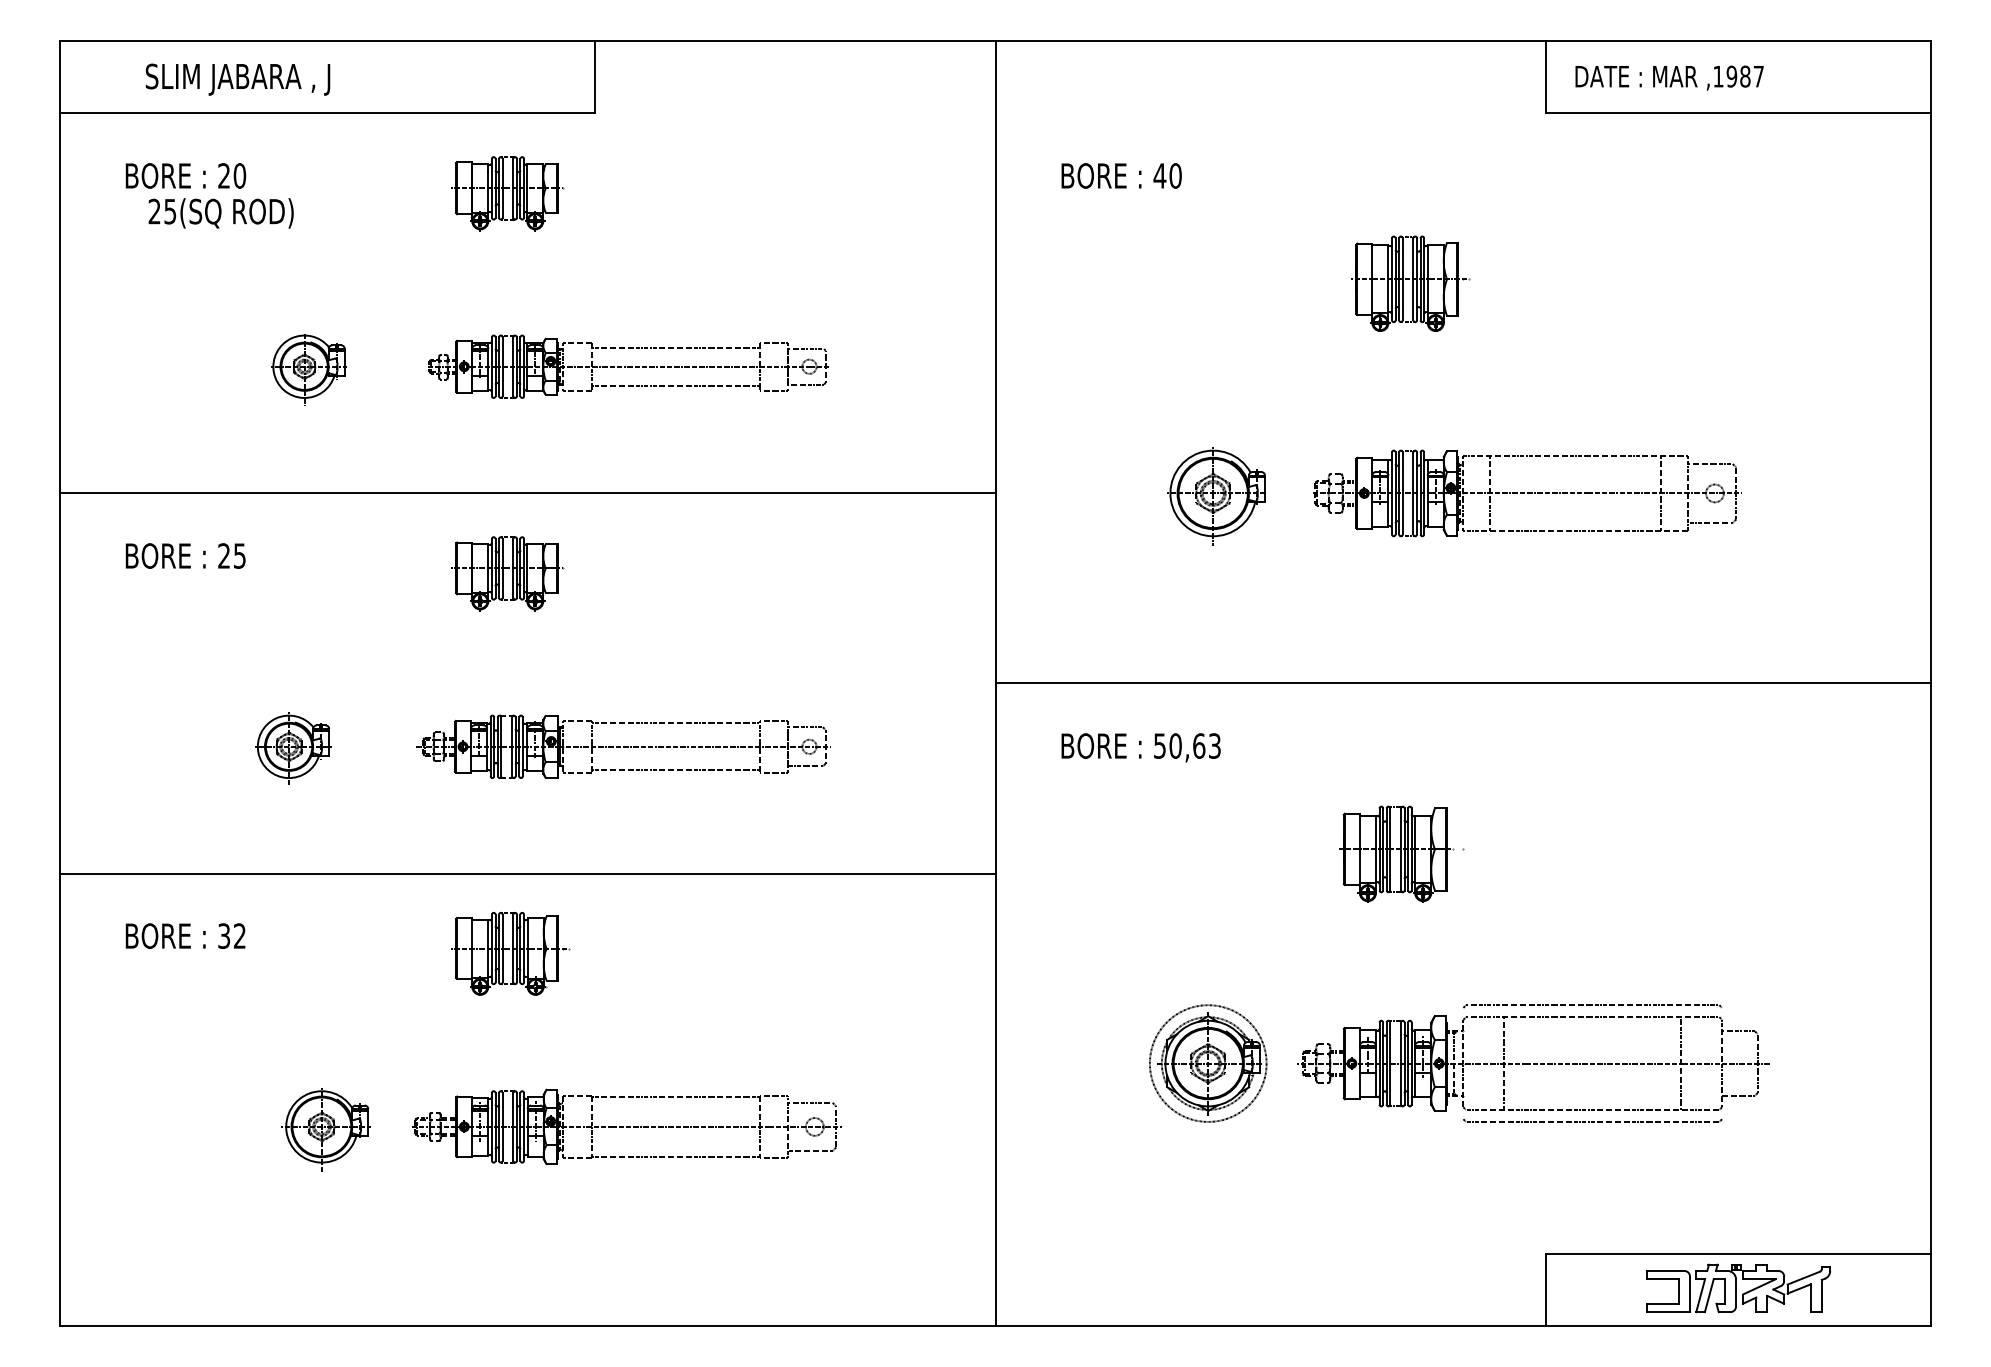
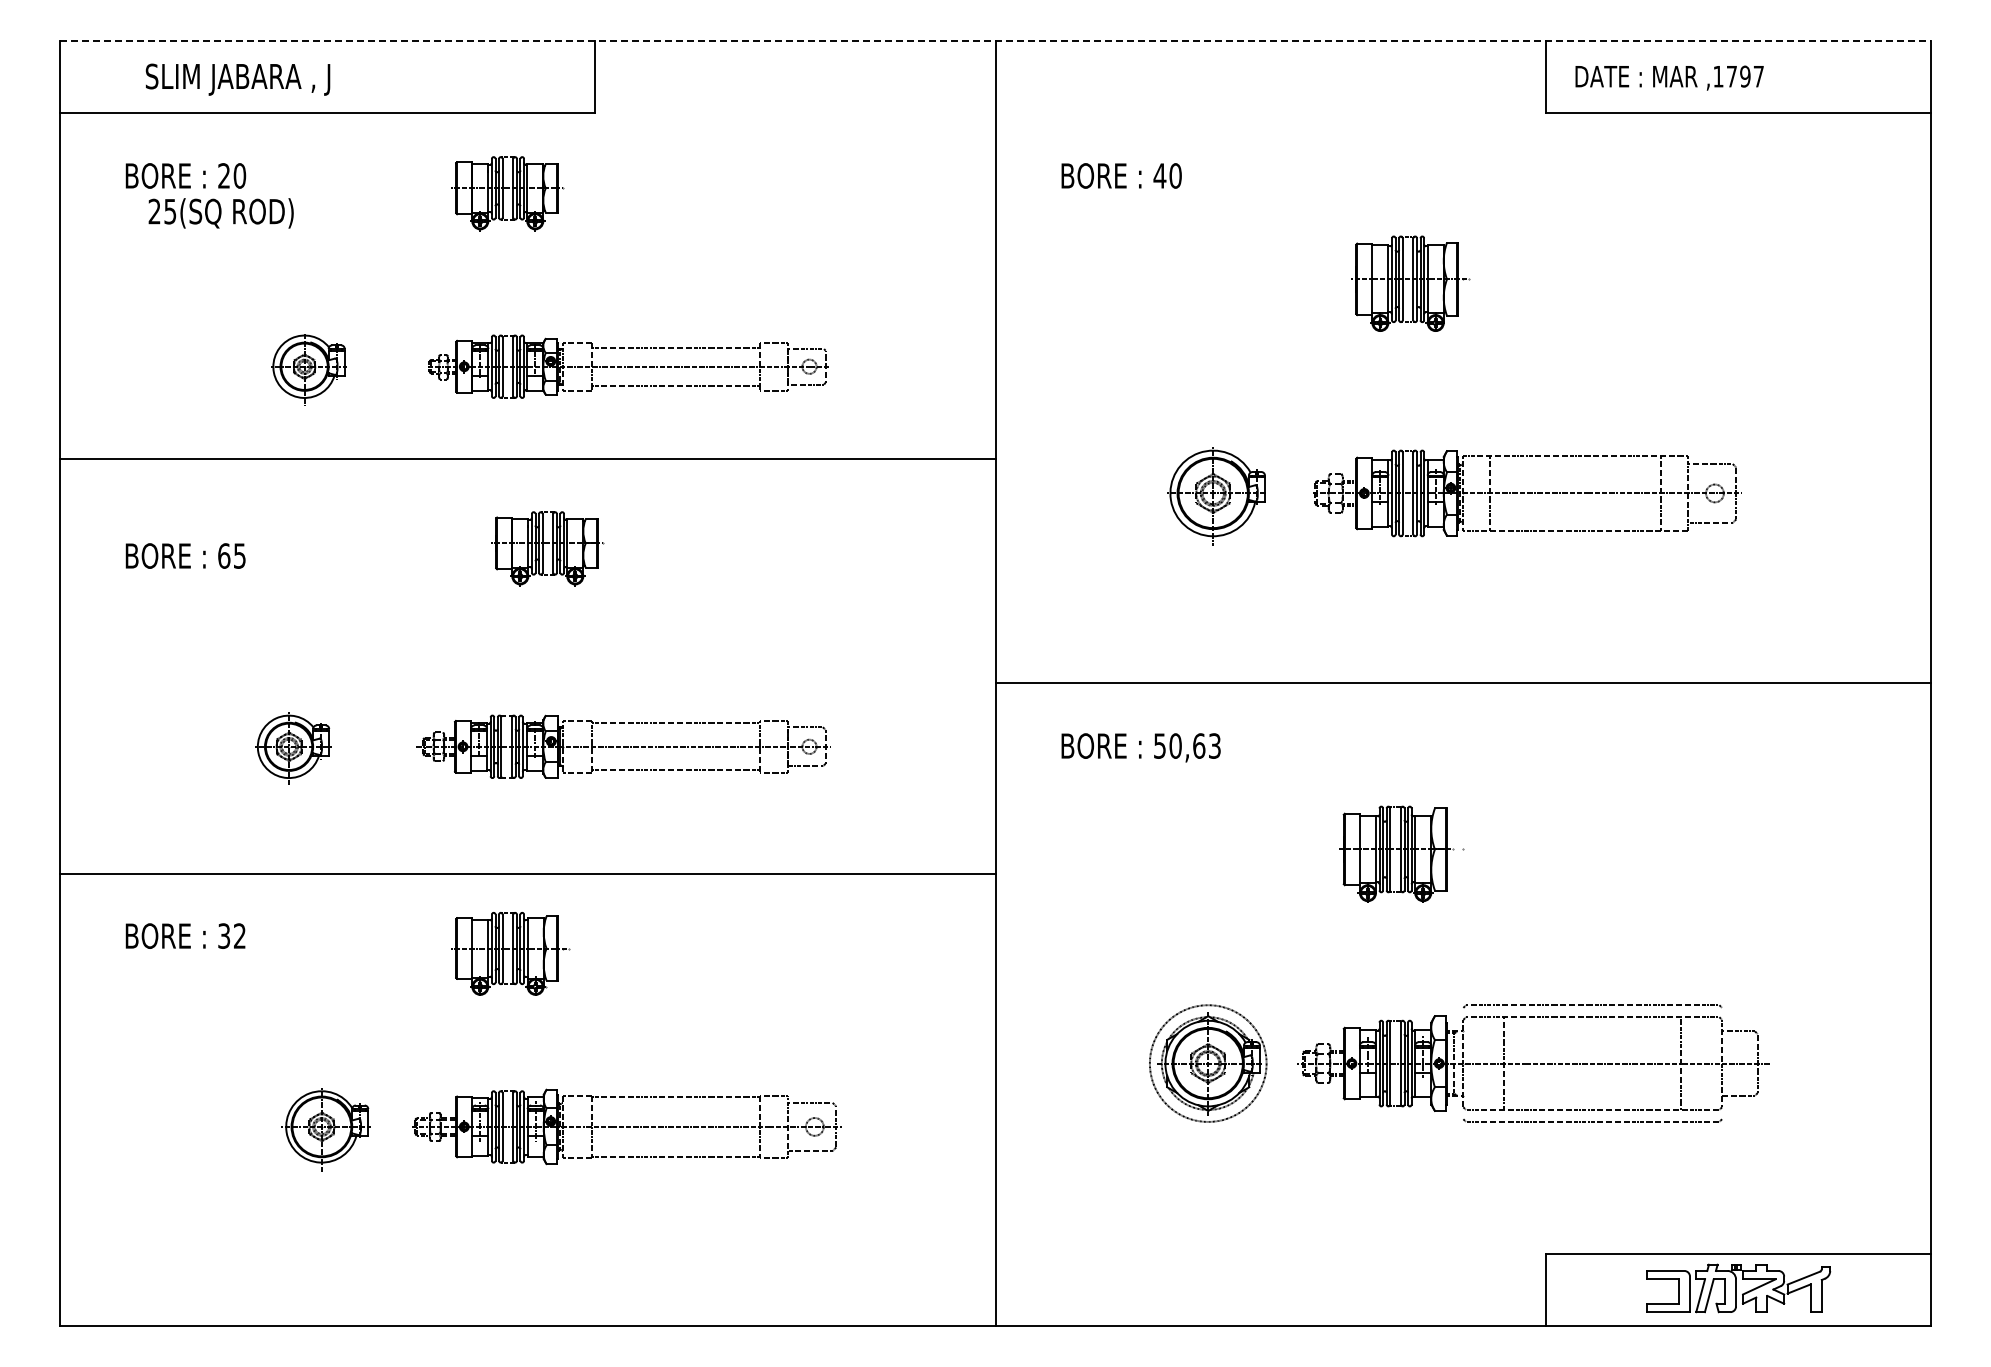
line at (995, 41): solid -> dashed
text at (1738, 76): ,1987 -> ,1797
line at (527, 493) position: (527, 493) -> (527, 459)
text at (224, 555): 25 -> 65
part at (507, 573) position: (507, 573) -> (547, 548)
